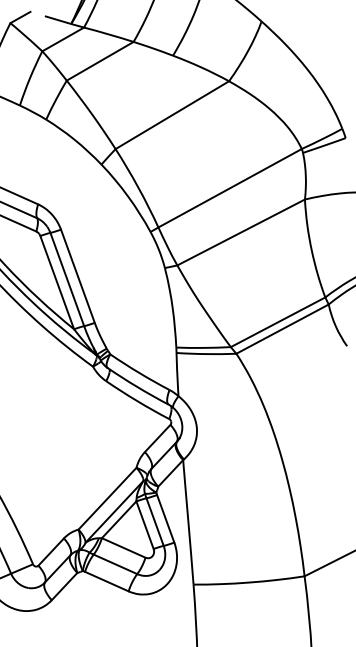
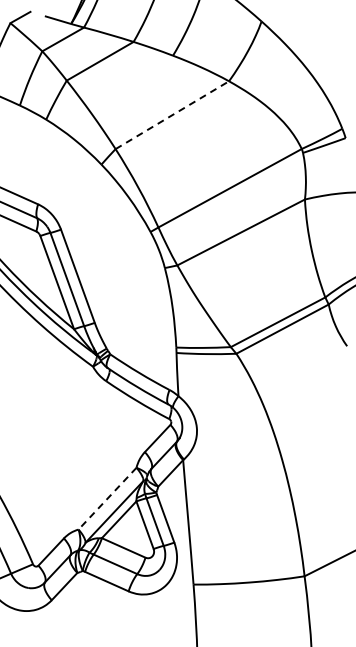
line at (172, 114): solid -> dashed
line at (107, 499): solid -> dashed
